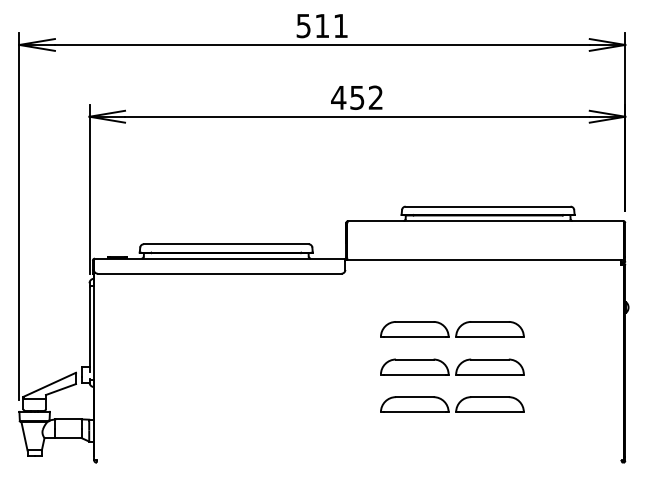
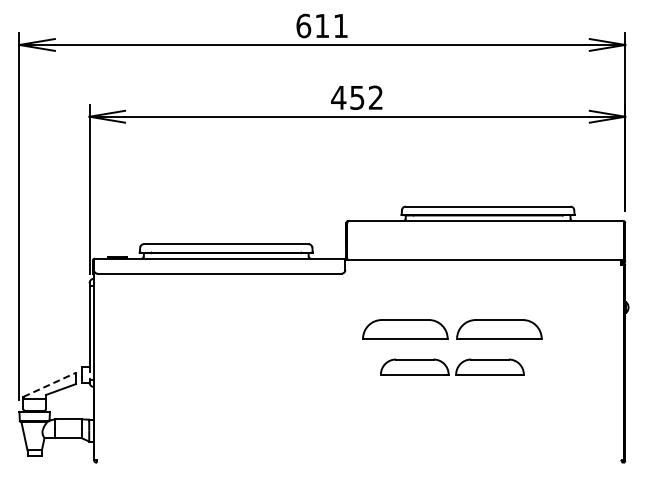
text at (303, 25): 511 -> 611
part at (452, 329) size: 145x17 px -> 181x21 px
line at (49, 384): solid -> dashed
part at (452, 404): present -> none
